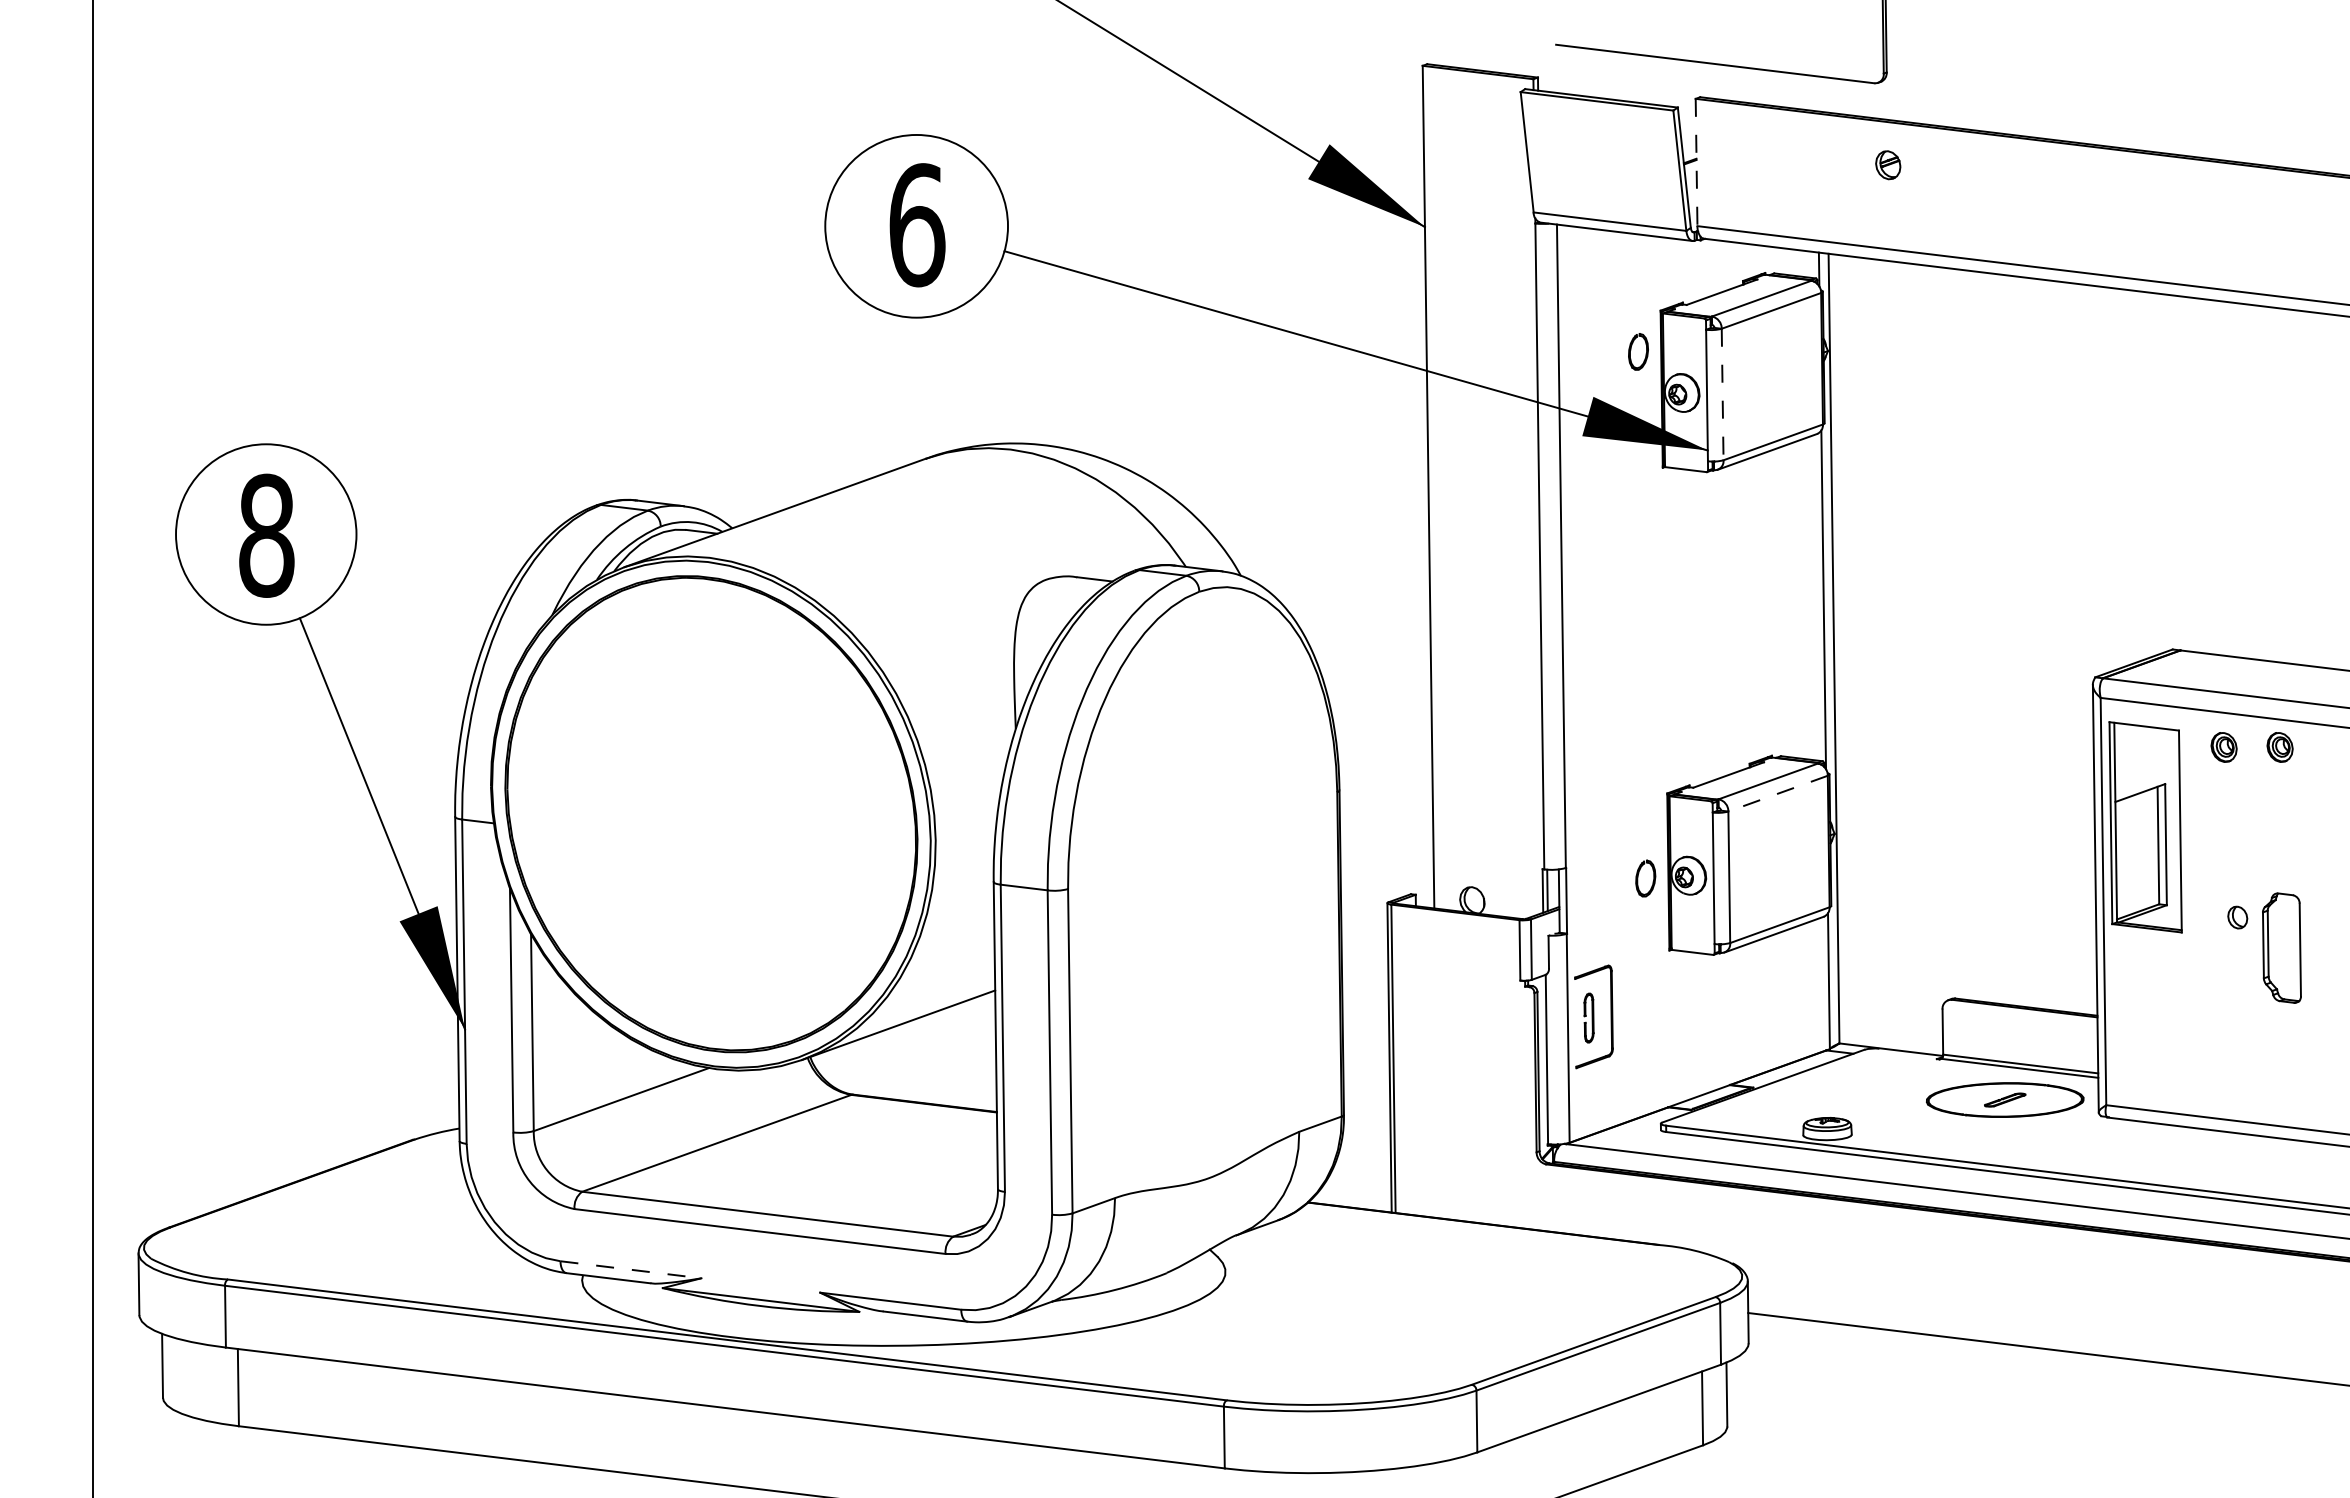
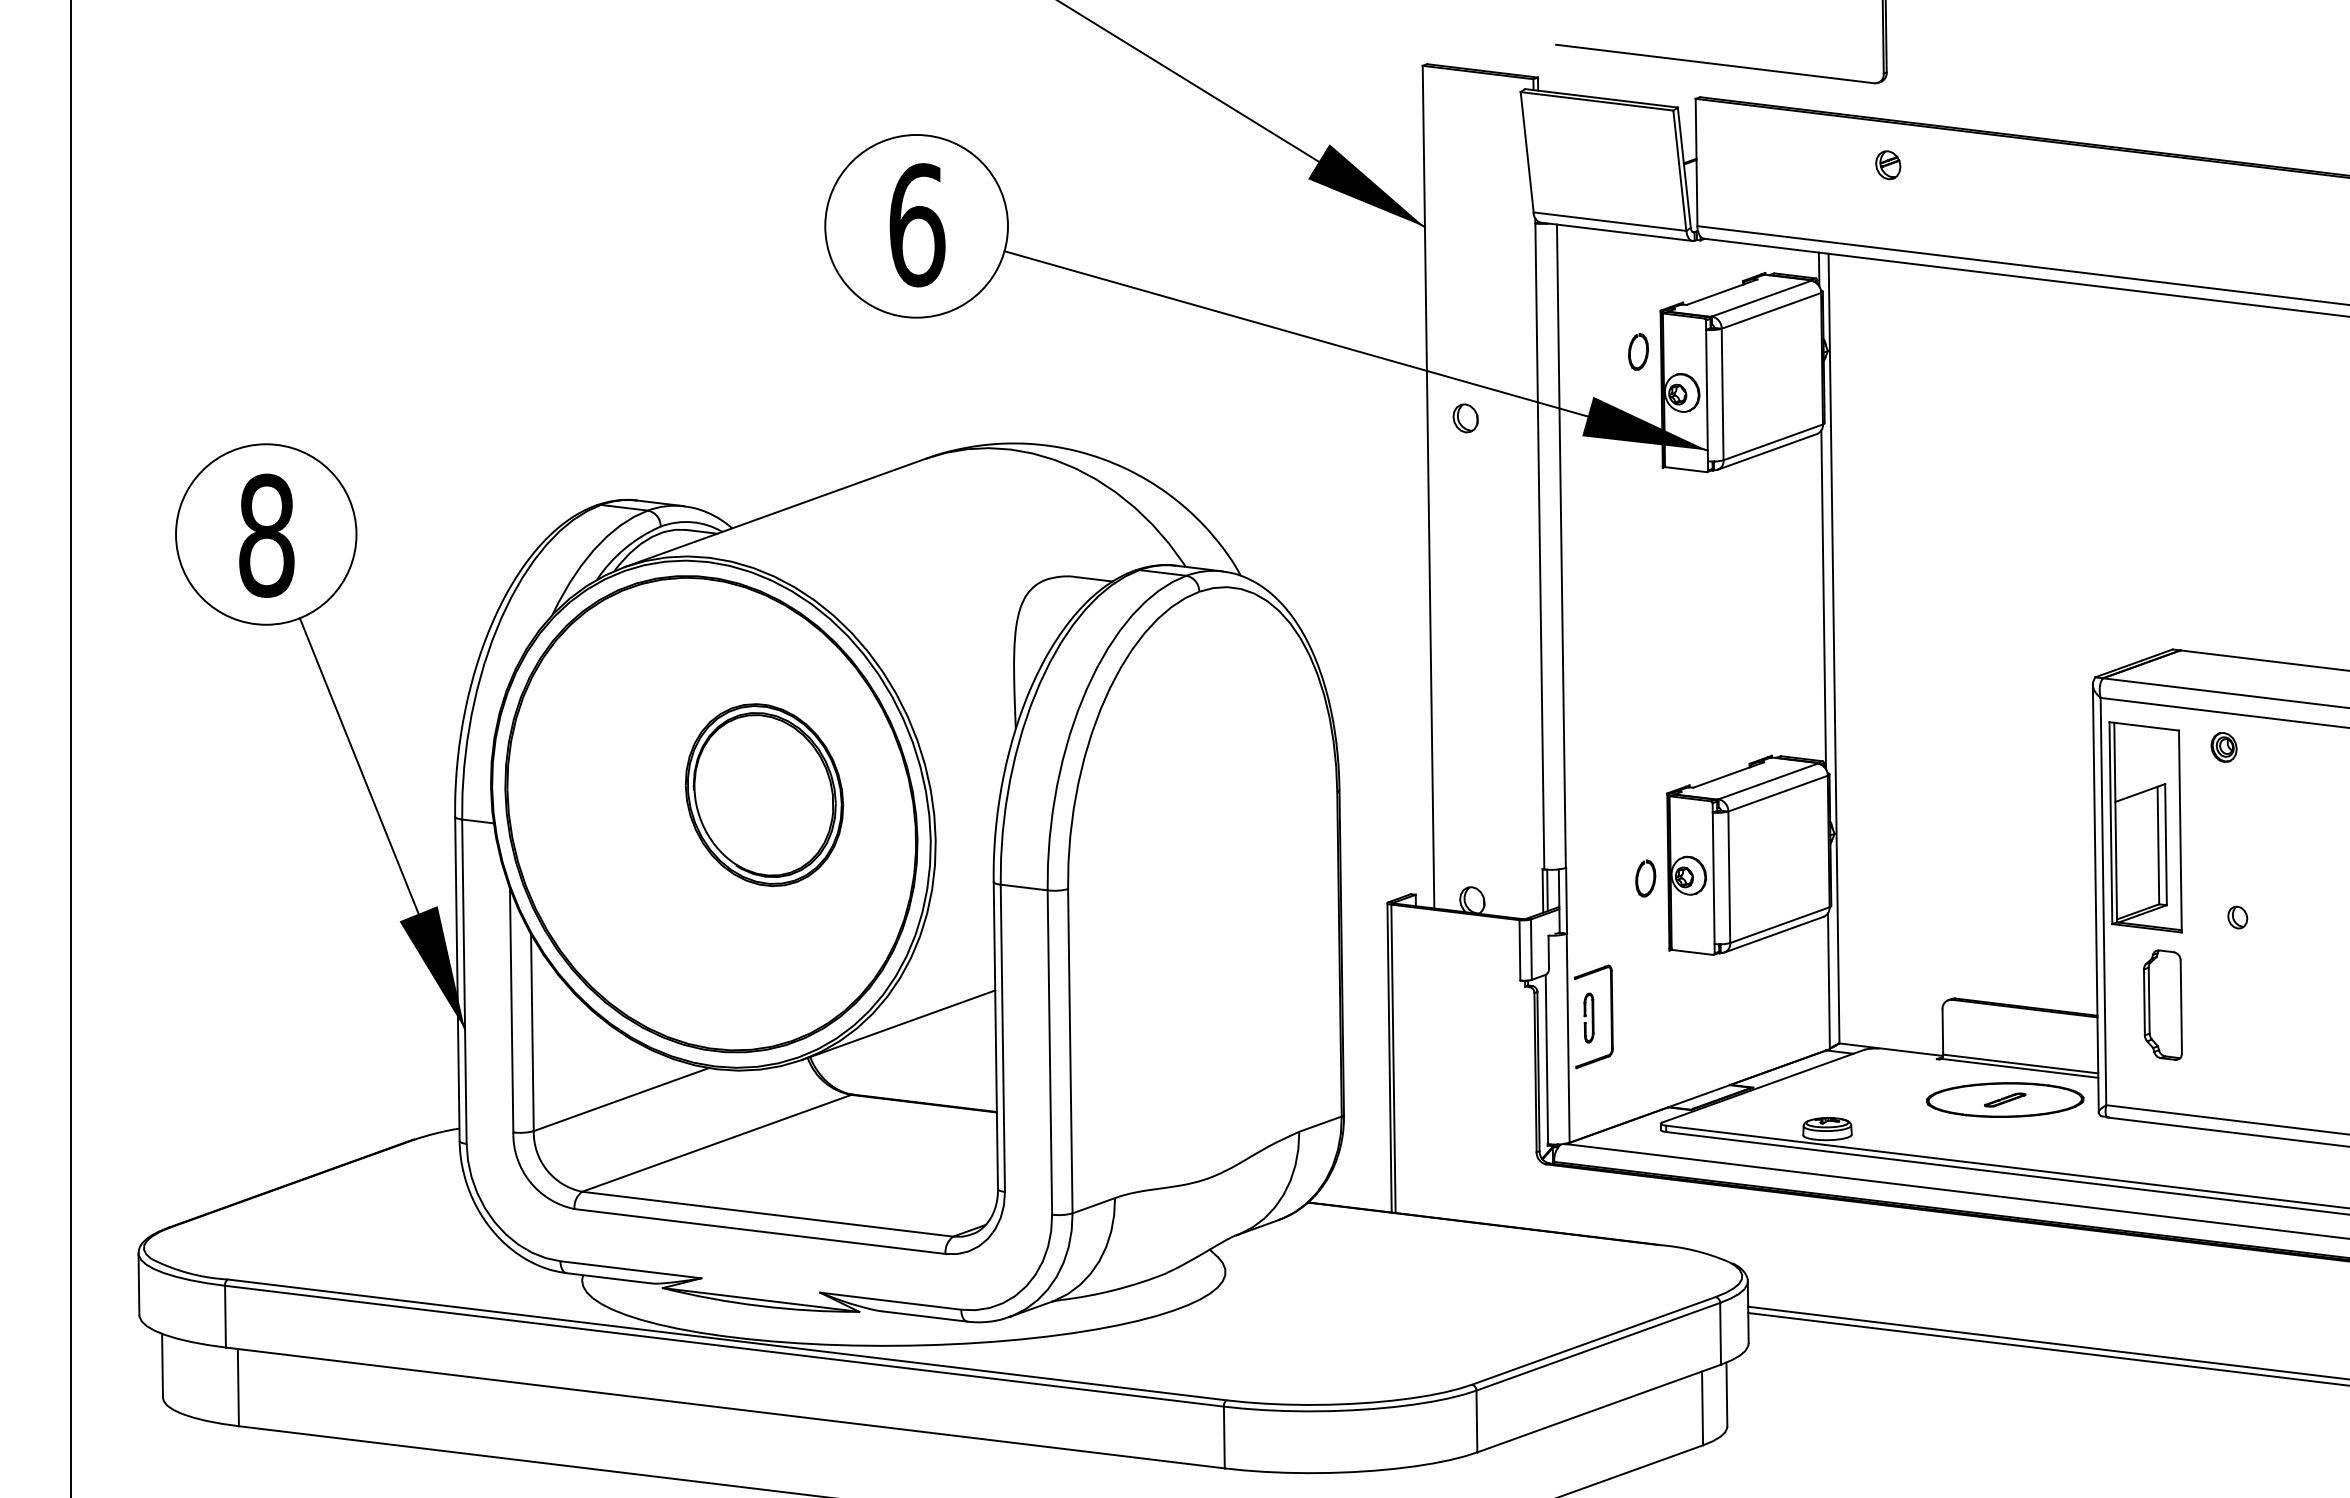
line at (1696, 162): dashed -> solid
line at (1722, 394): dashed -> solid
part at (1465, 418): none -> present
part at (2279, 747): present -> none
line at (92, 748) position: (92, 748) -> (70, 748)
line at (1778, 793): dashed -> solid
part at (764, 794): none -> present
part at (2281, 947) position: (2281, 947) -> (2162, 1004)
line at (630, 1269): dashed -> solid
line at (2047, 1342): none -> present
